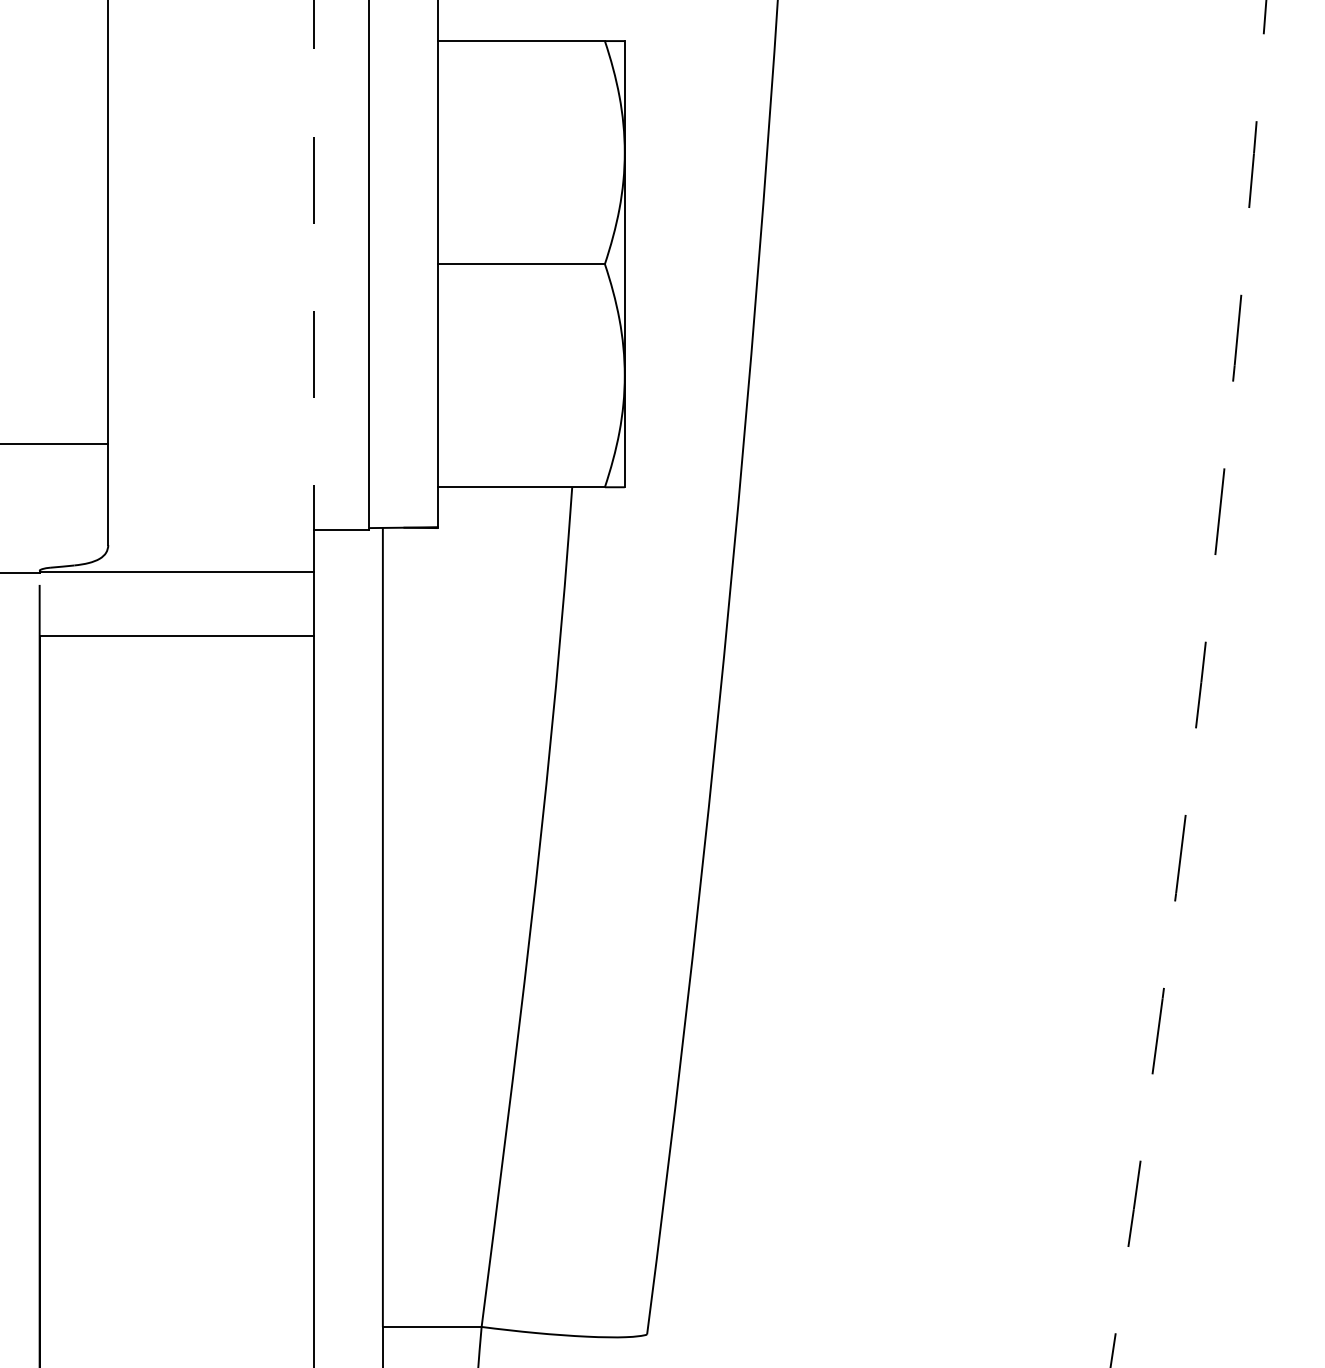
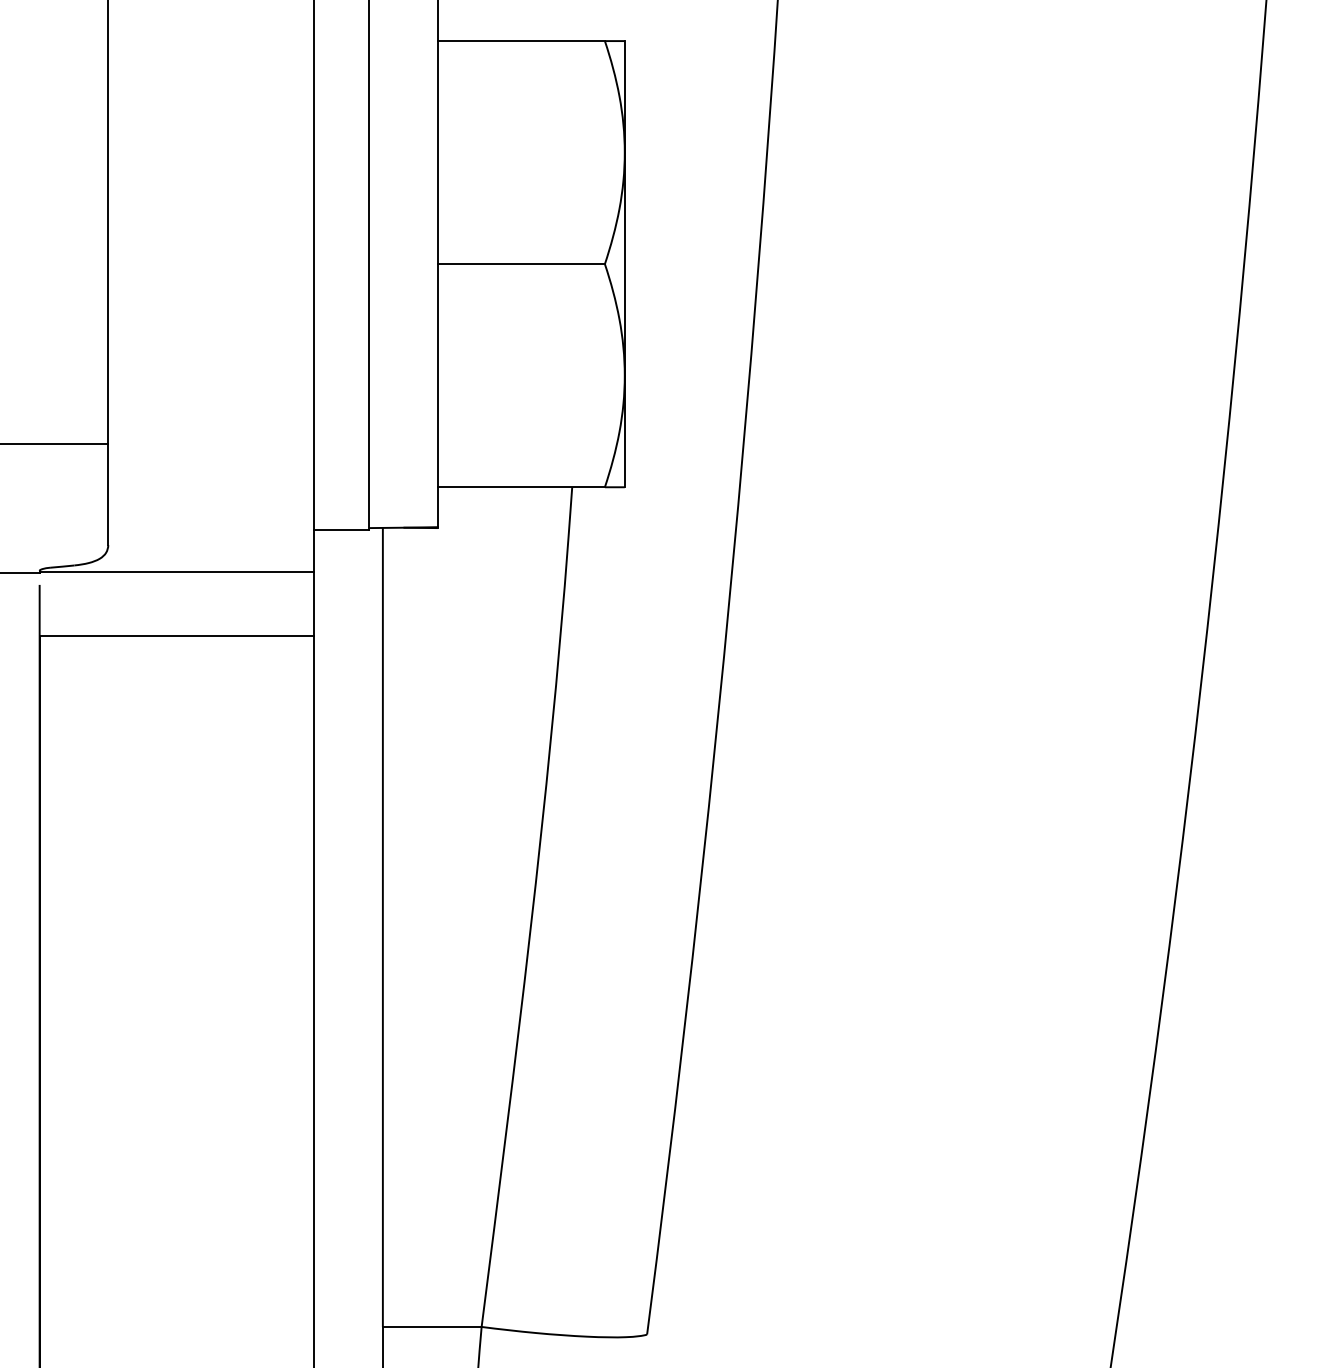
line at (314, 286): dashed -> solid
arc at (1201, 684): dashed -> solid
